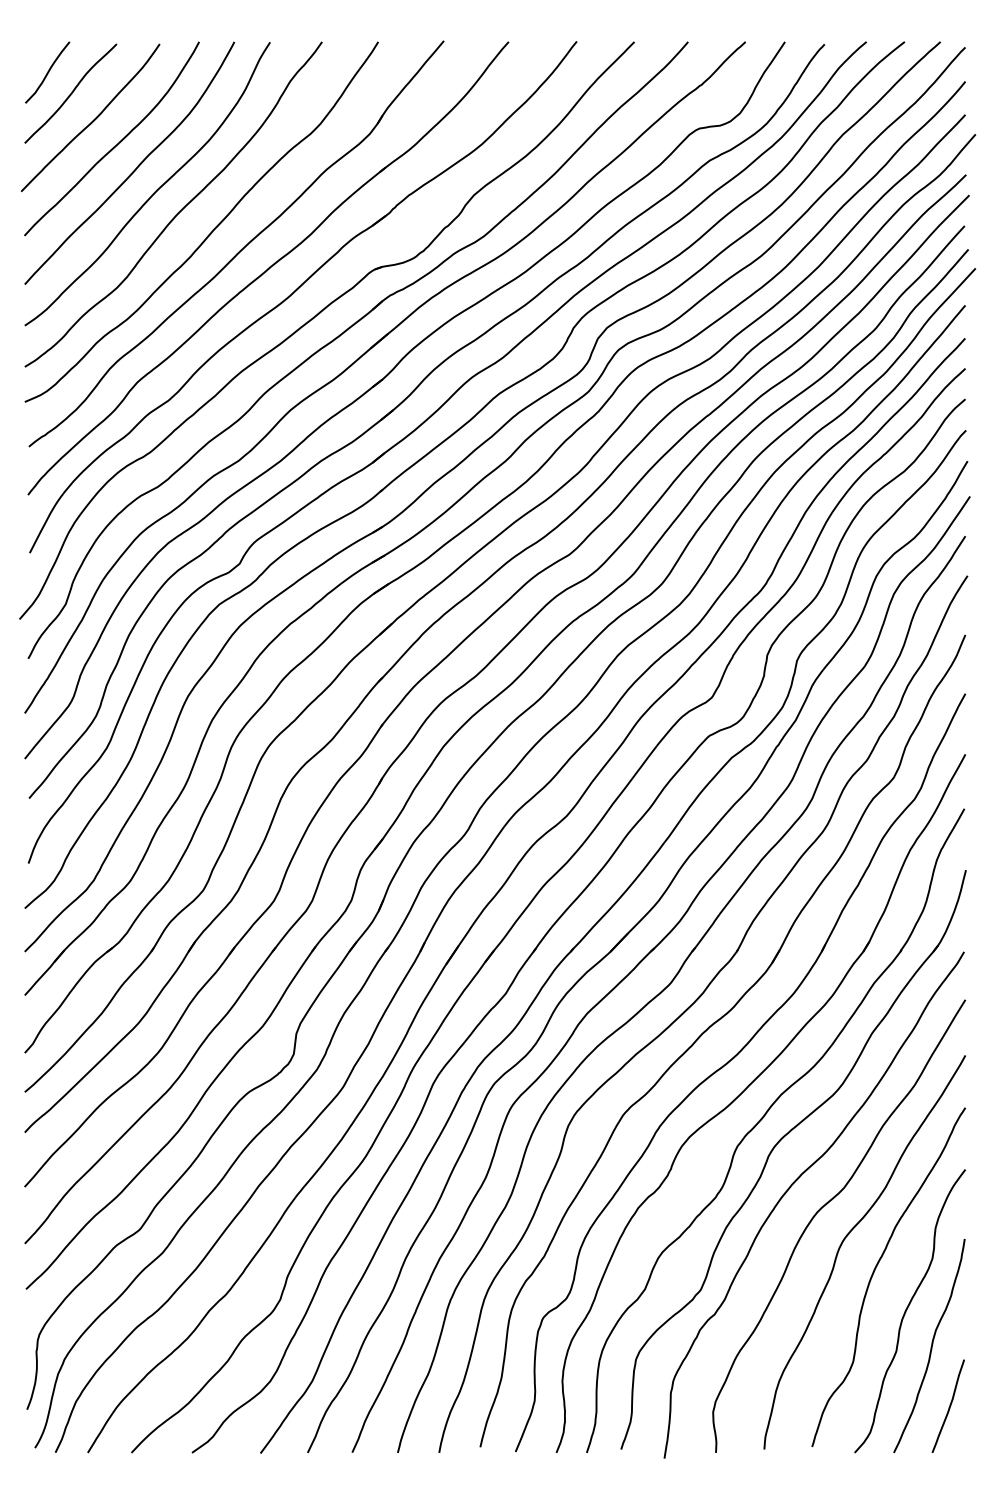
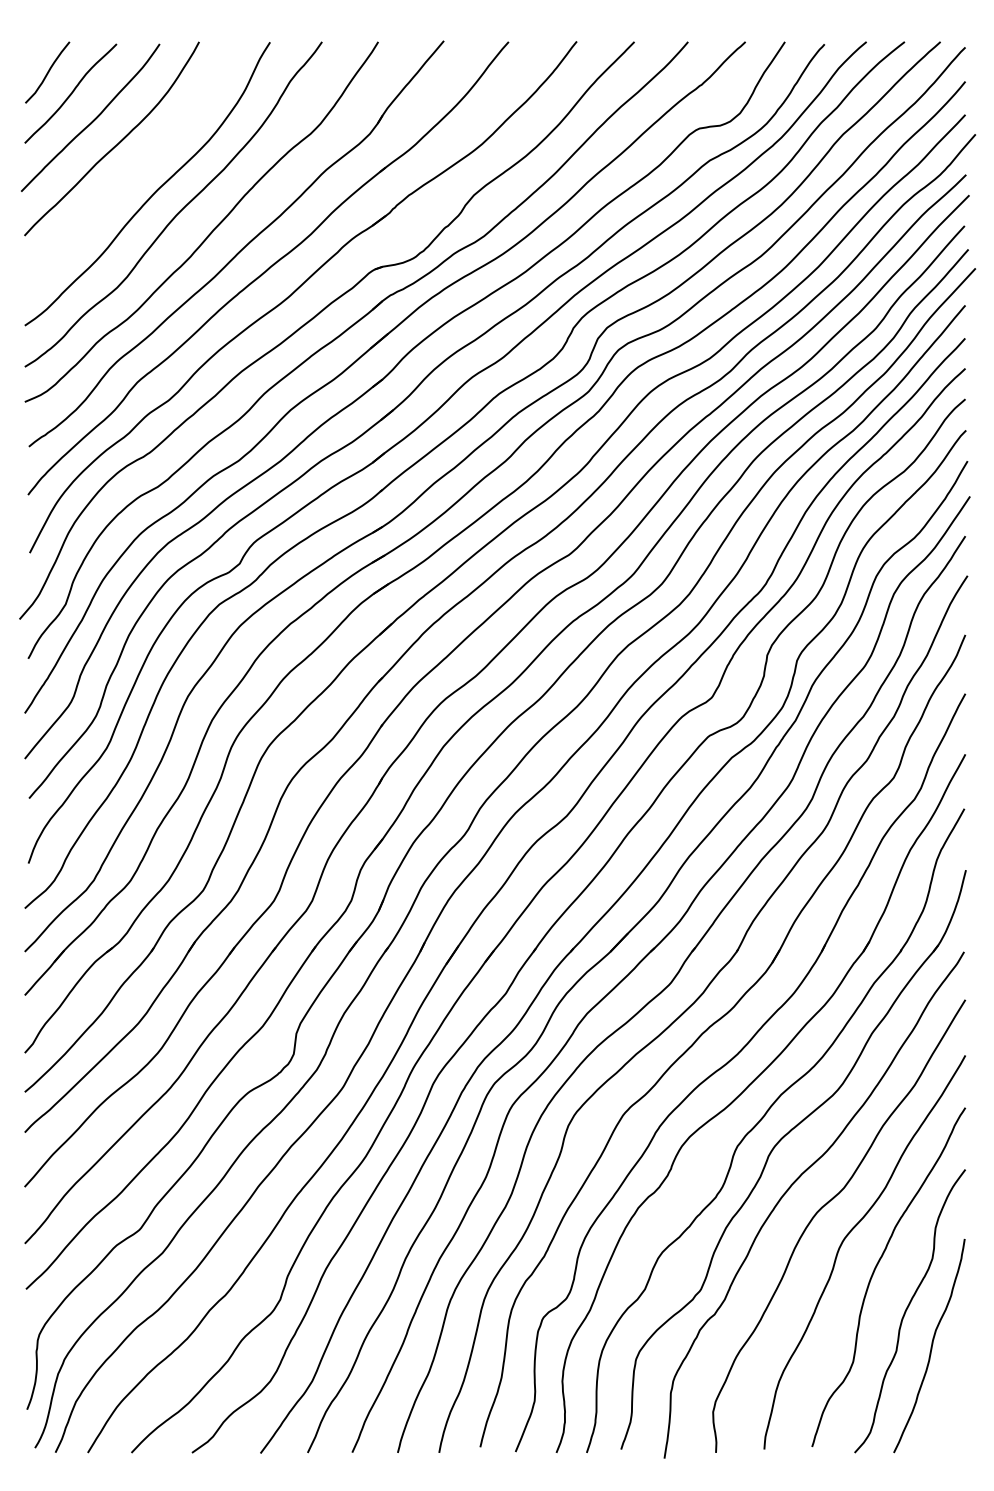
curve at (135, 168): present -> none
curve at (949, 1405): present -> none
